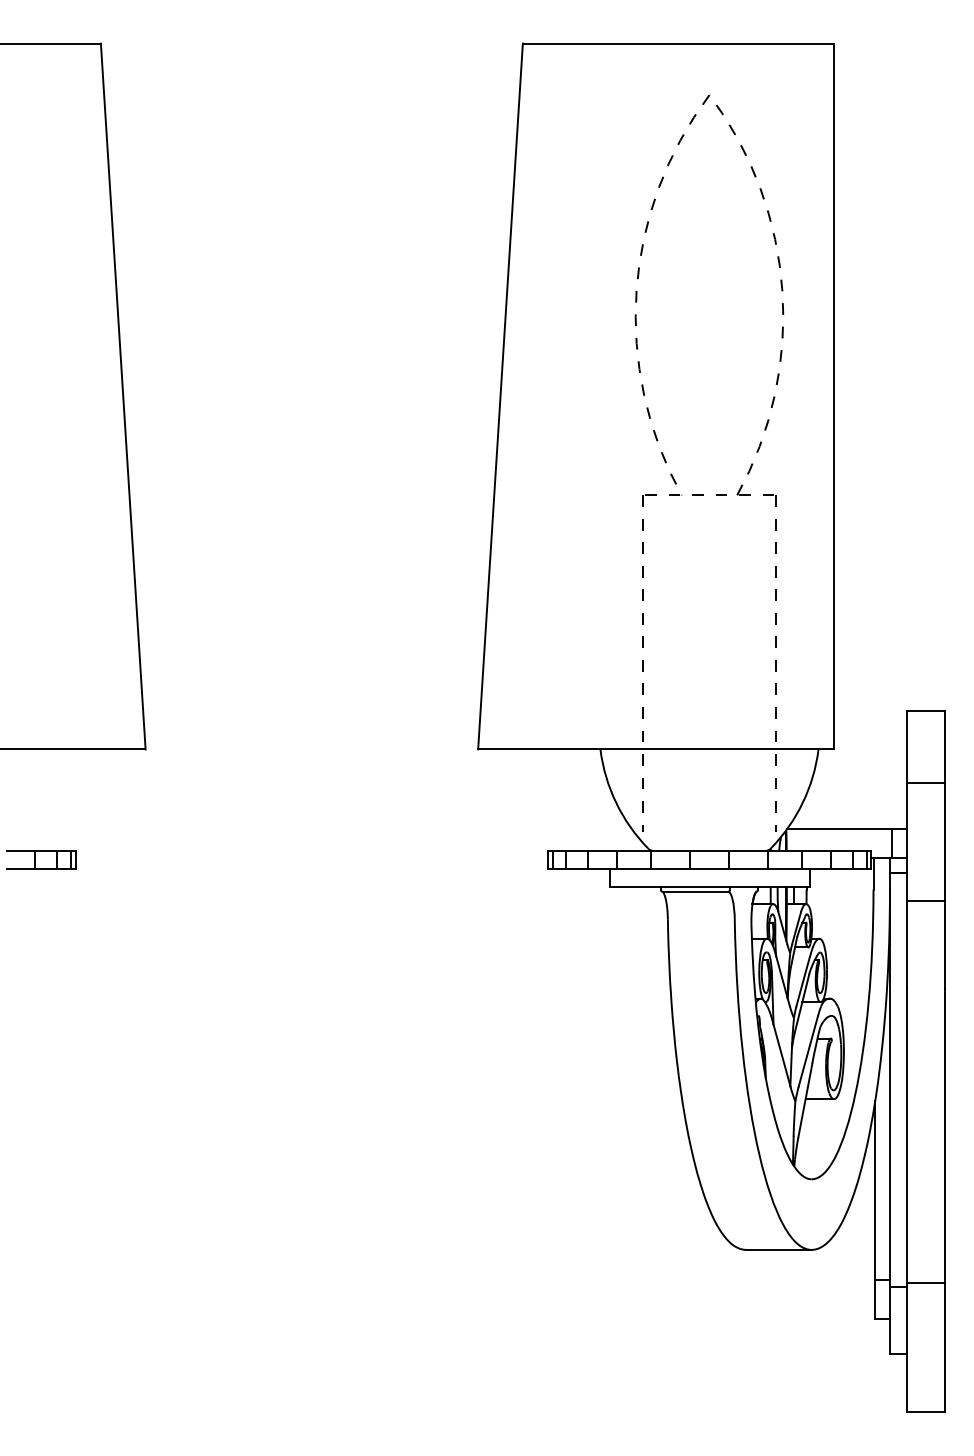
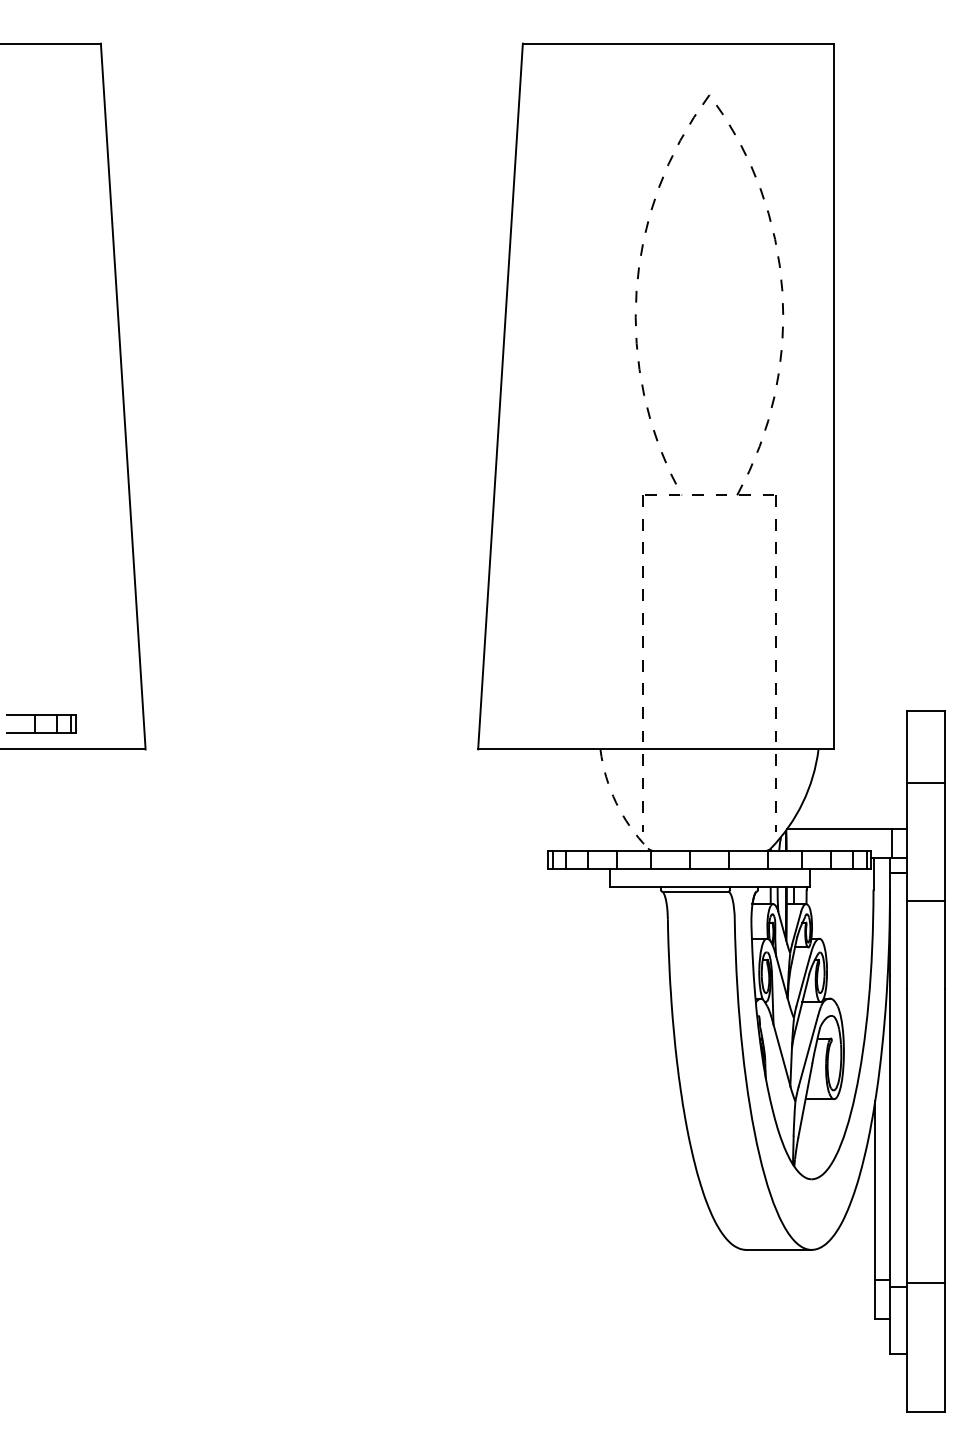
arc at (616, 802): solid -> dashed
part at (41, 859) position: (41, 859) -> (41, 723)
